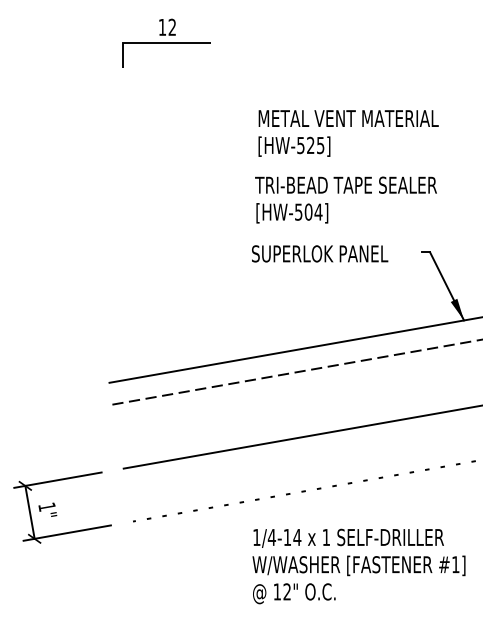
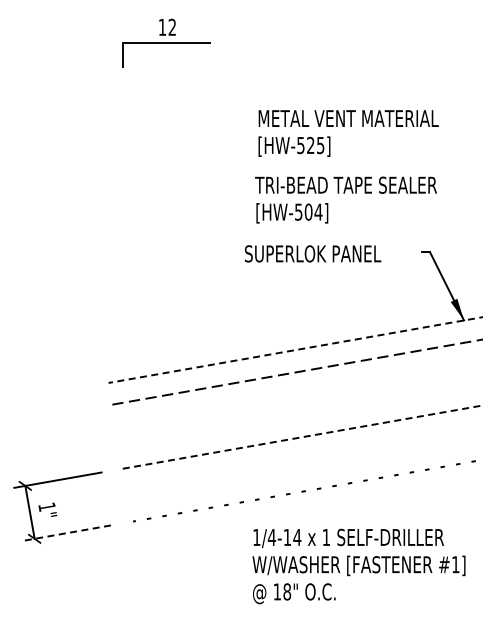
text at (320, 253) position: (320, 253) -> (313, 253)
line at (475, 318): solid -> dashed
line at (66, 533): solid -> dashed
text at (287, 591): 12" -> 18"
